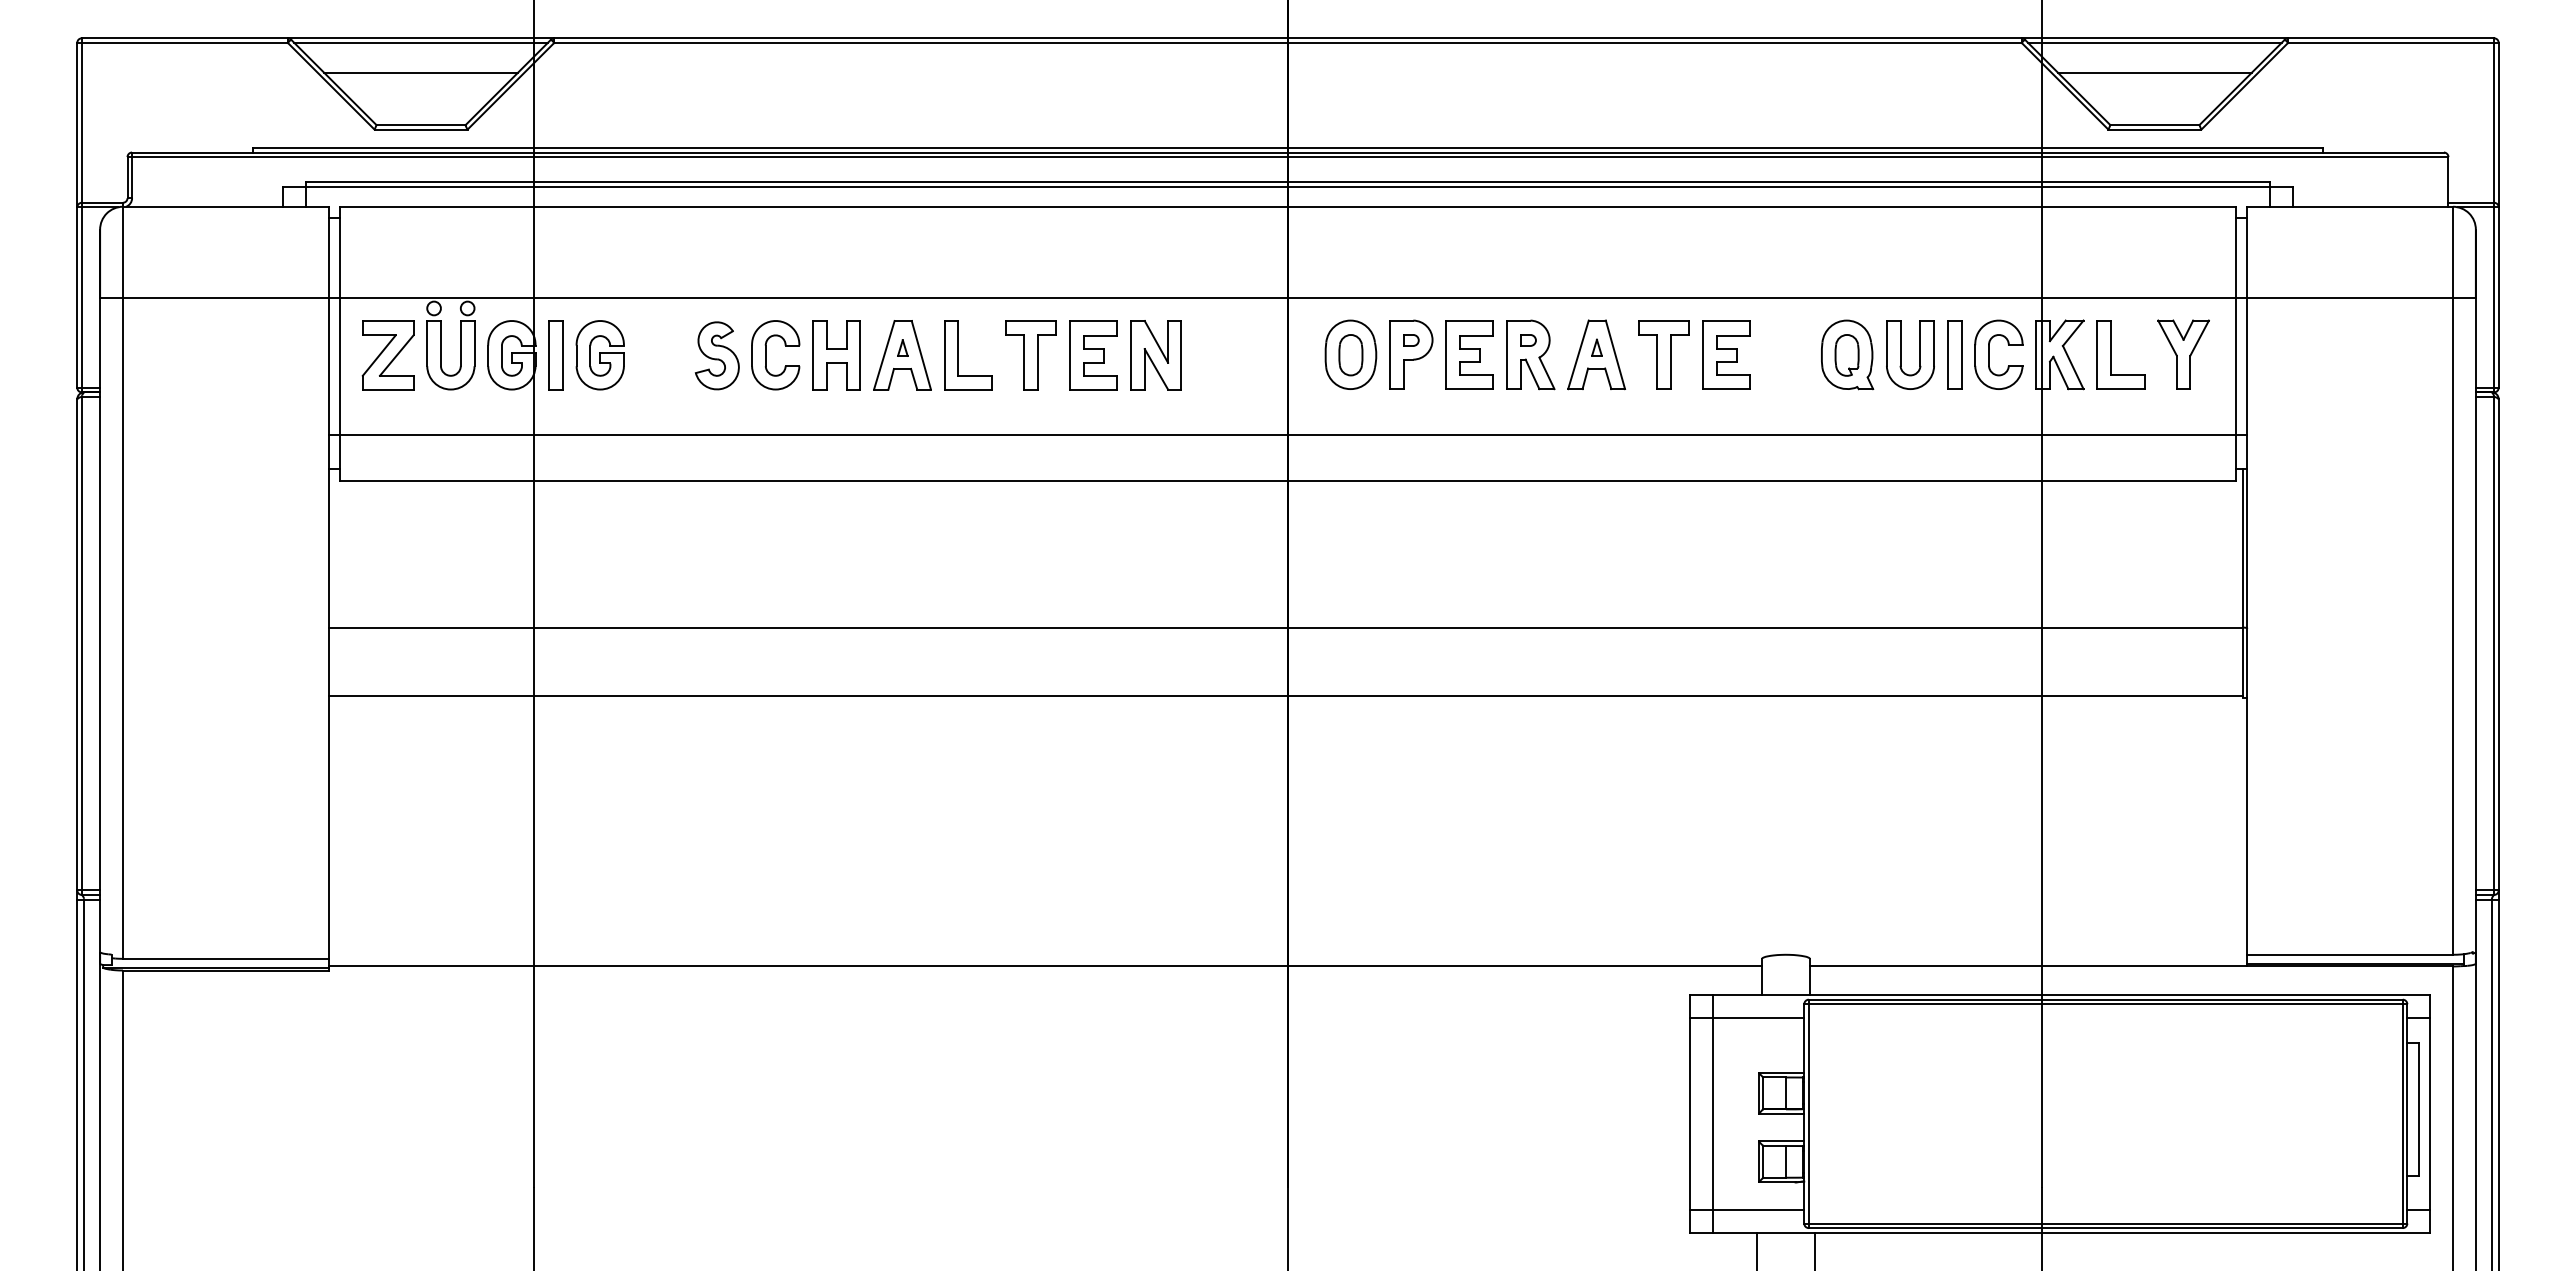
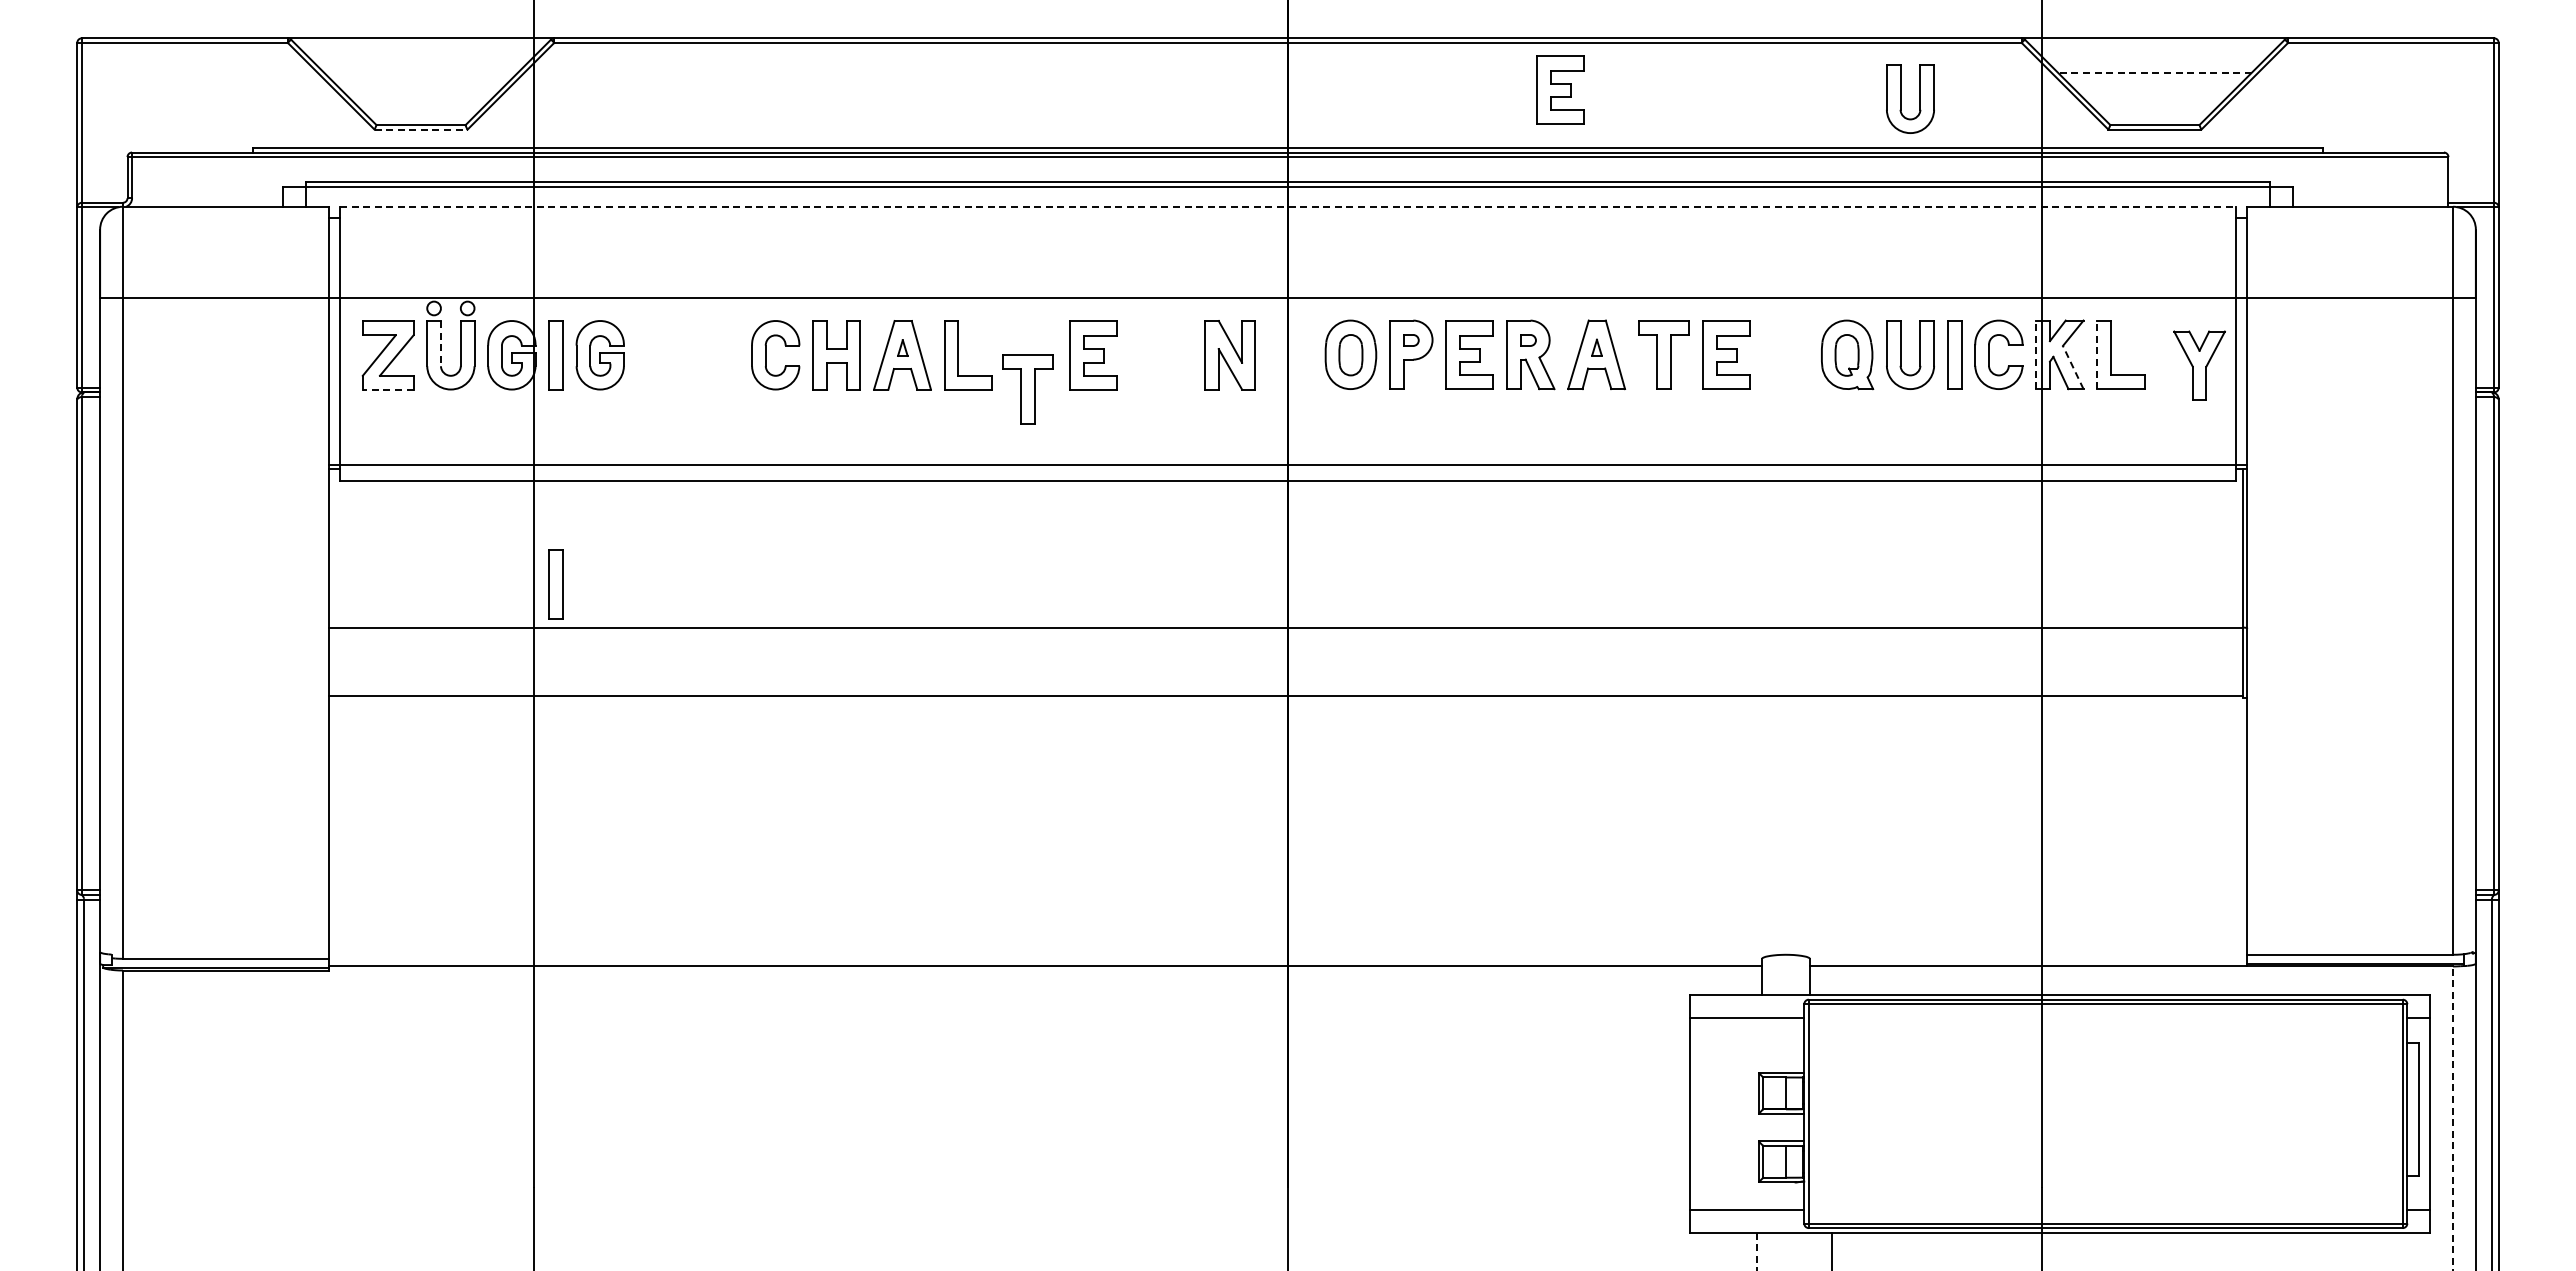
line at (420, 42): present -> none
line at (2154, 42): present -> none
line at (420, 72): present -> none
line at (2154, 72): solid -> dashed
part at (1560, 89): none -> present
part at (1901, 98): none -> present
line at (421, 129): solid -> dashed
line at (1288, 206): solid -> dashed
line at (440, 343): solid -> dashed
line at (2036, 354): solid -> dashed
line at (2097, 354): solid -> dashed
part at (2183, 354) position: (2183, 354) -> (2199, 365)
part at (716, 355): present -> none
part at (1030, 355) position: (1030, 355) -> (1027, 389)
part at (1155, 355) position: (1155, 355) -> (1229, 355)
line at (2073, 367): solid -> dashed
line at (387, 389): solid -> dashed
line at (1287, 435) position: (1287, 435) -> (1287, 465)
part at (555, 584): none -> present
line at (1712, 1113): present -> none
line at (2453, 1118): solid -> dashed
line at (1814, 1249) position: (1814, 1249) -> (1831, 1249)
line at (1757, 1251): solid -> dashed
